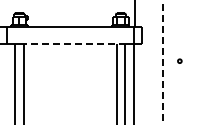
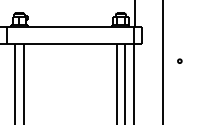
line at (70, 43): dashed -> solid
line at (162, 62): dashed -> solid
